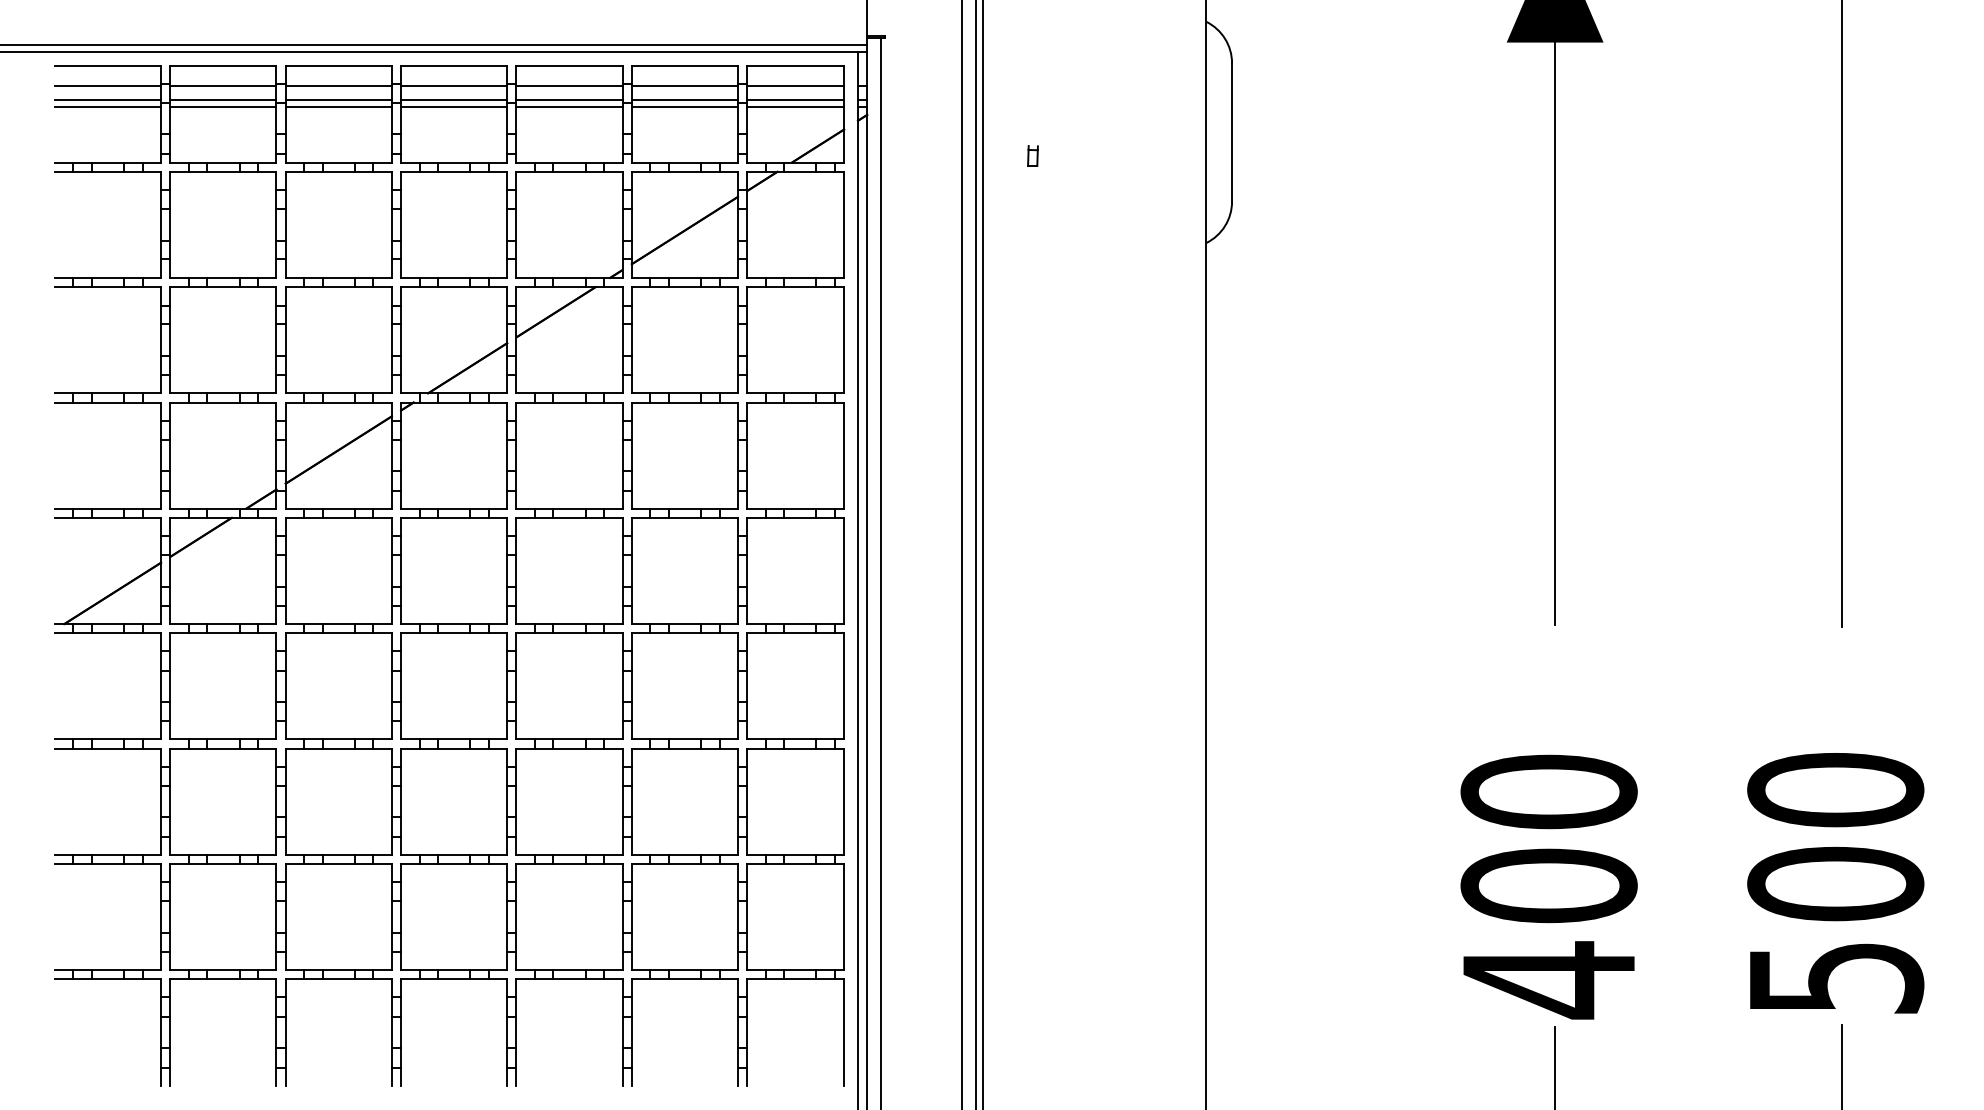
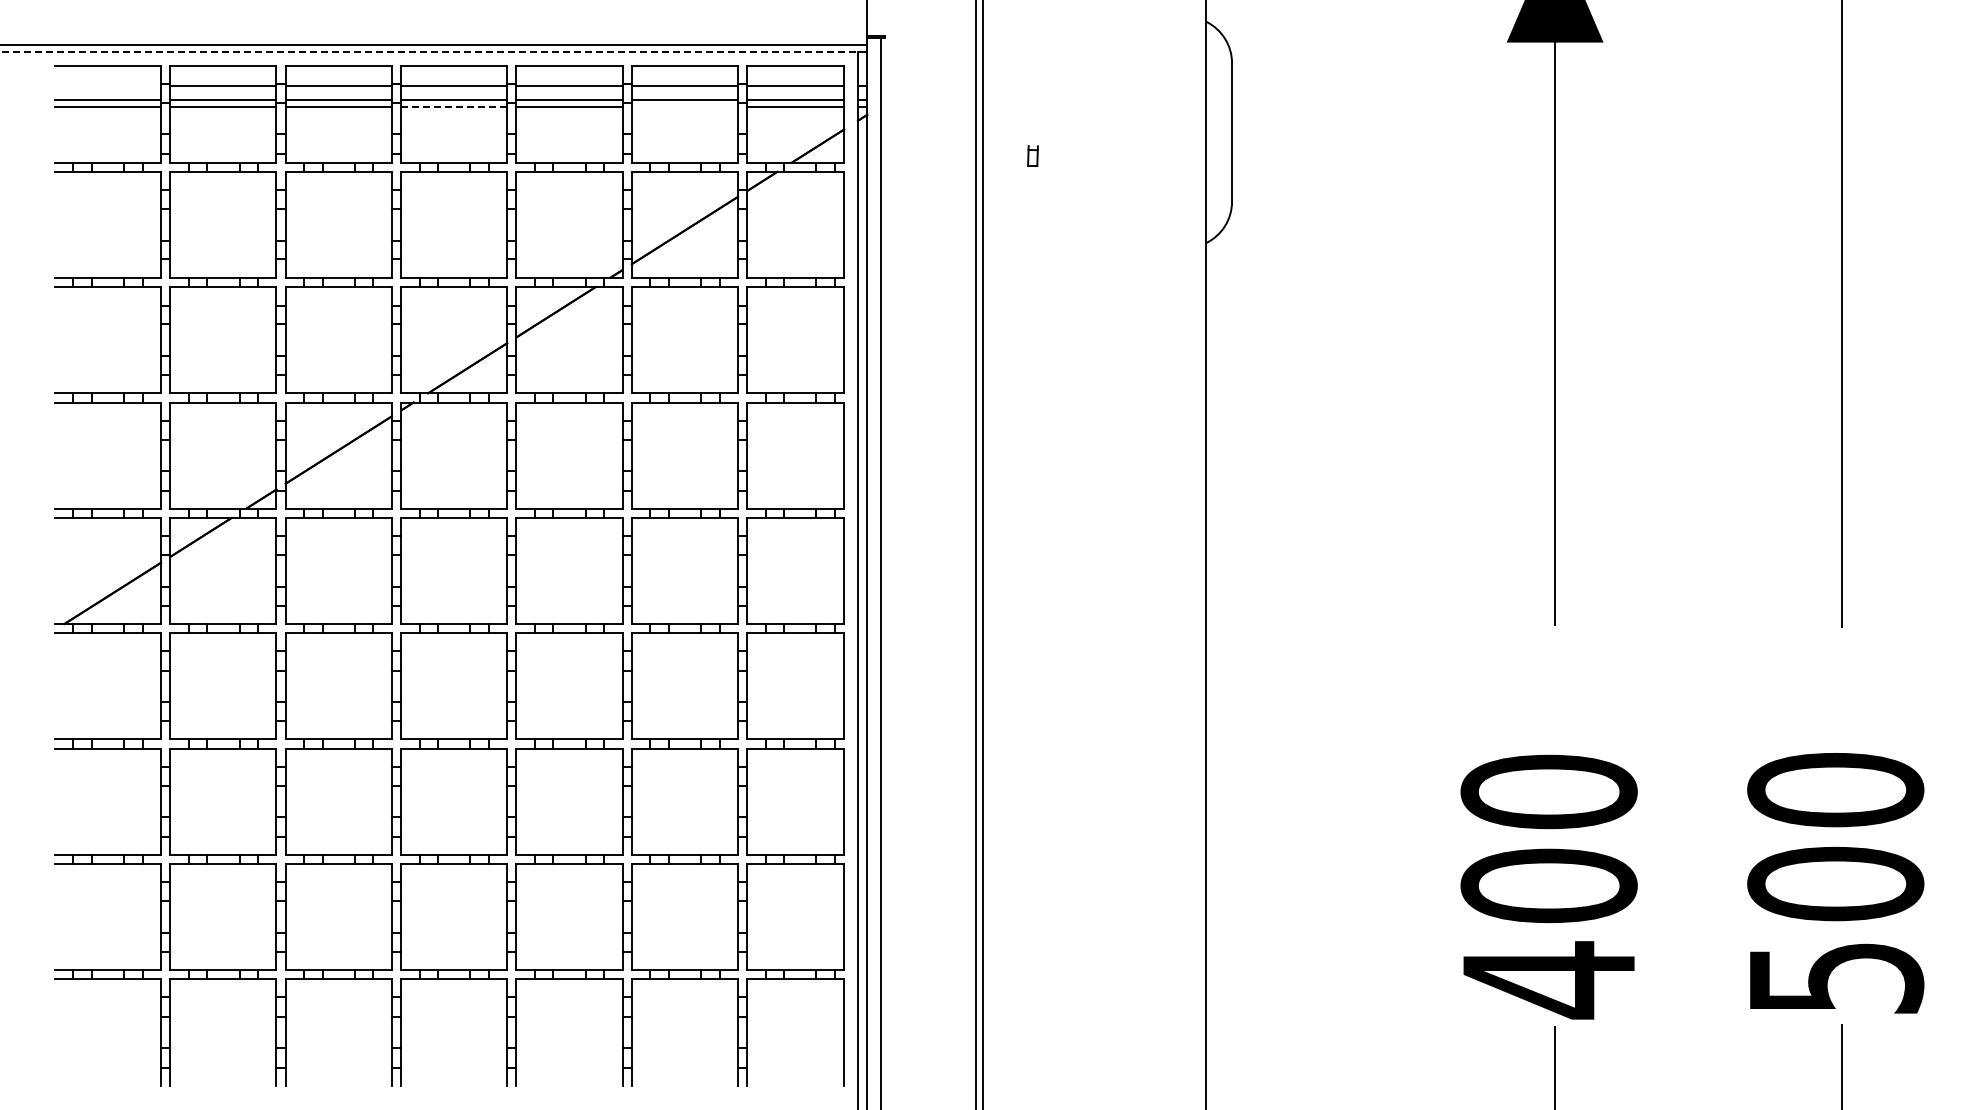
line at (429, 51): solid -> dashed
line at (107, 86): present -> none
line at (453, 107): solid -> dashed
line at (684, 107): present -> none
line at (961, 554): present -> none
